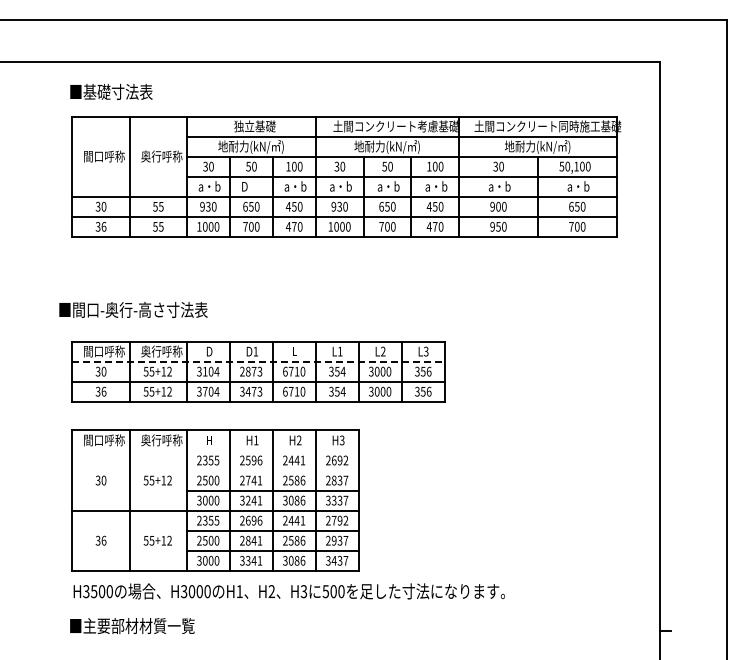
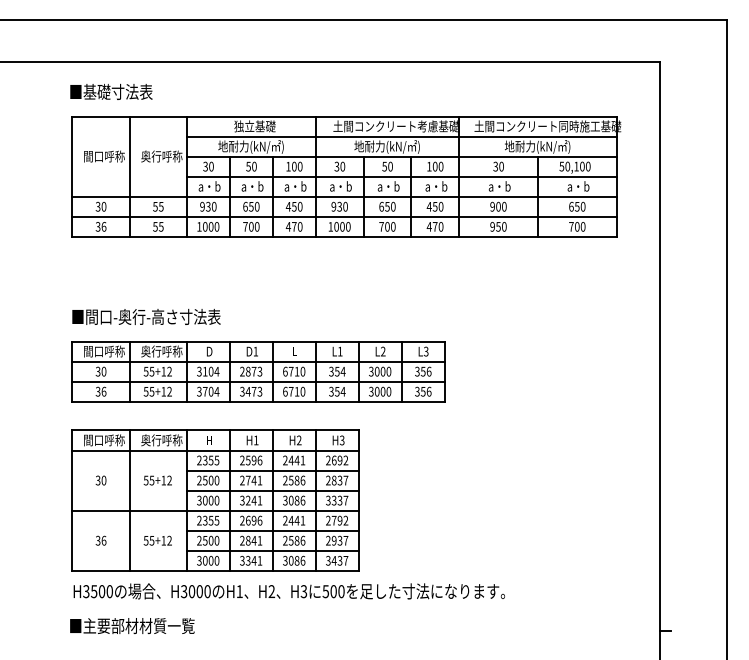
text at (252, 186): D -> a・b
text at (133, 309) position: (133, 309) -> (146, 316)
line at (259, 361): dashed -> solid
line at (215, 450): none -> present
line at (272, 470): none -> present
